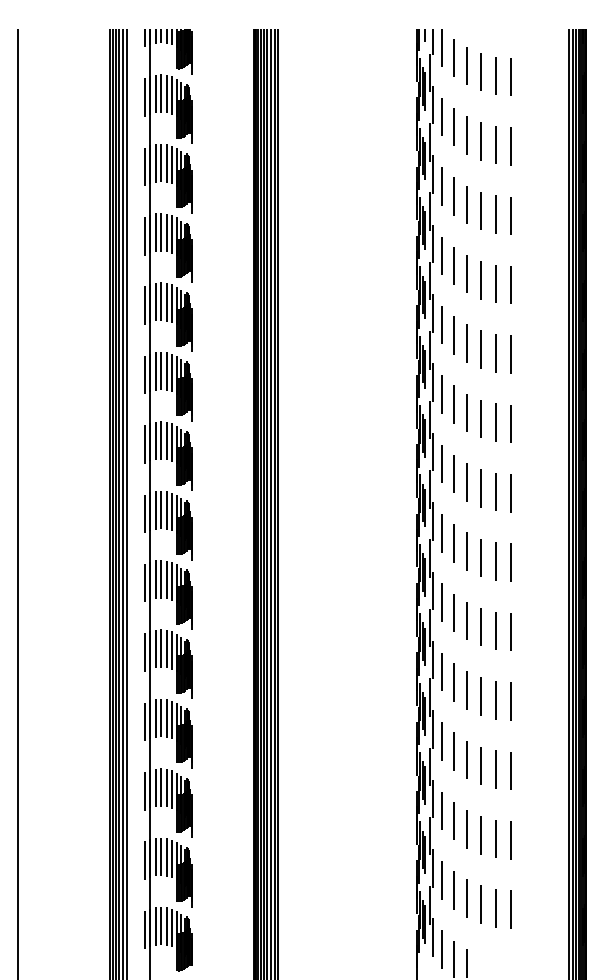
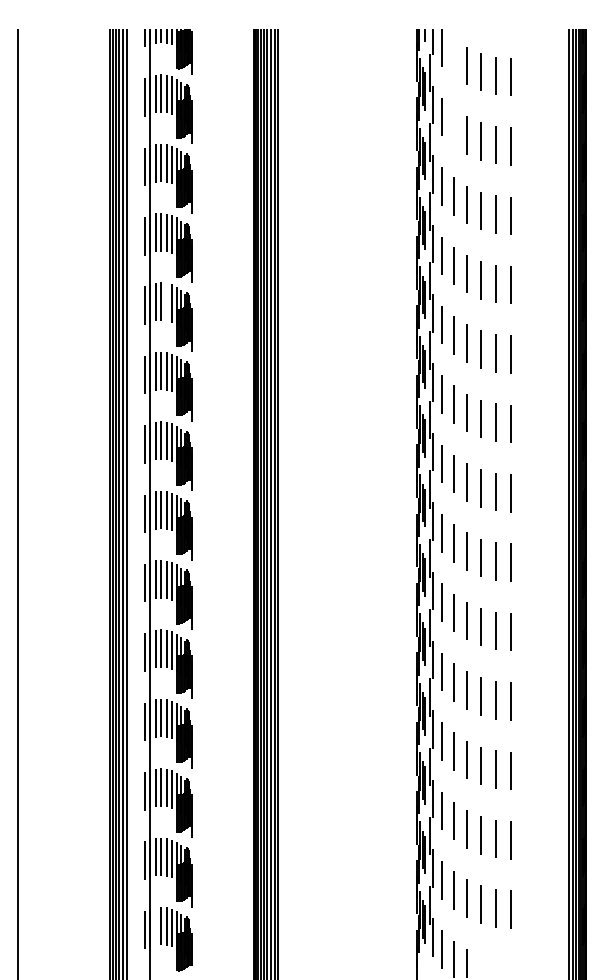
line at (453, 57): present -> none
line at (453, 126): present -> none
line at (166, 302): present -> none
line at (155, 926): present -> none
